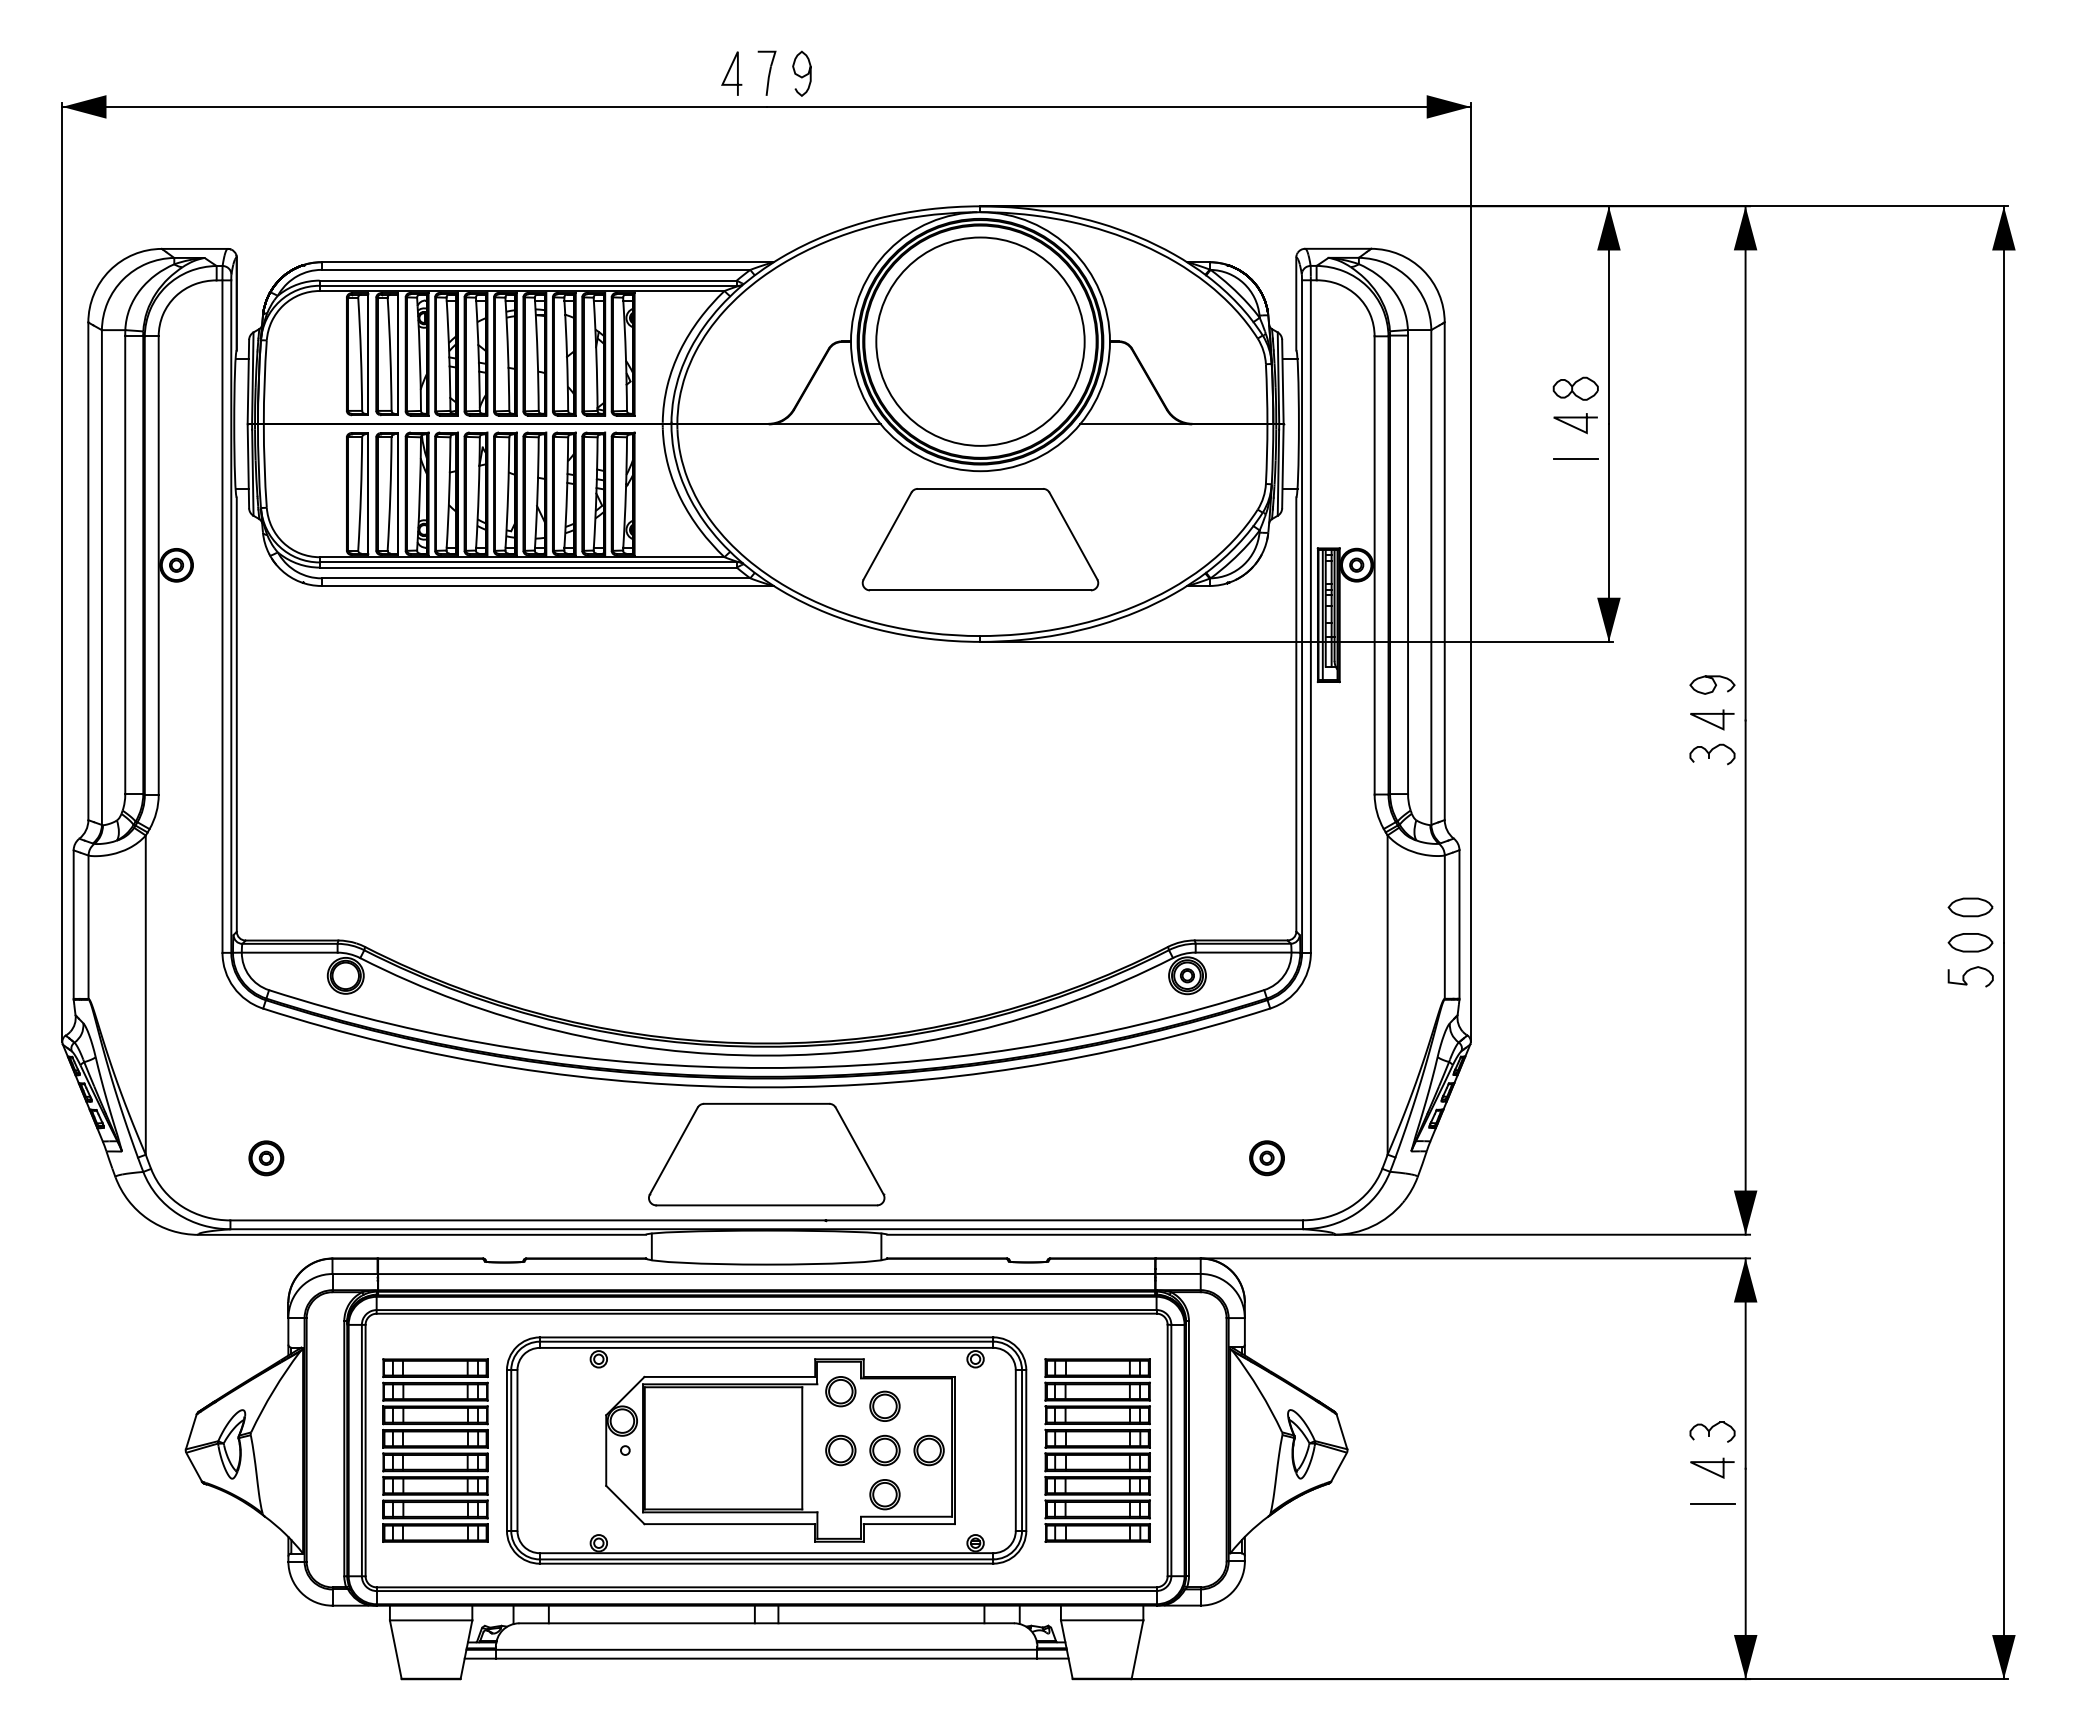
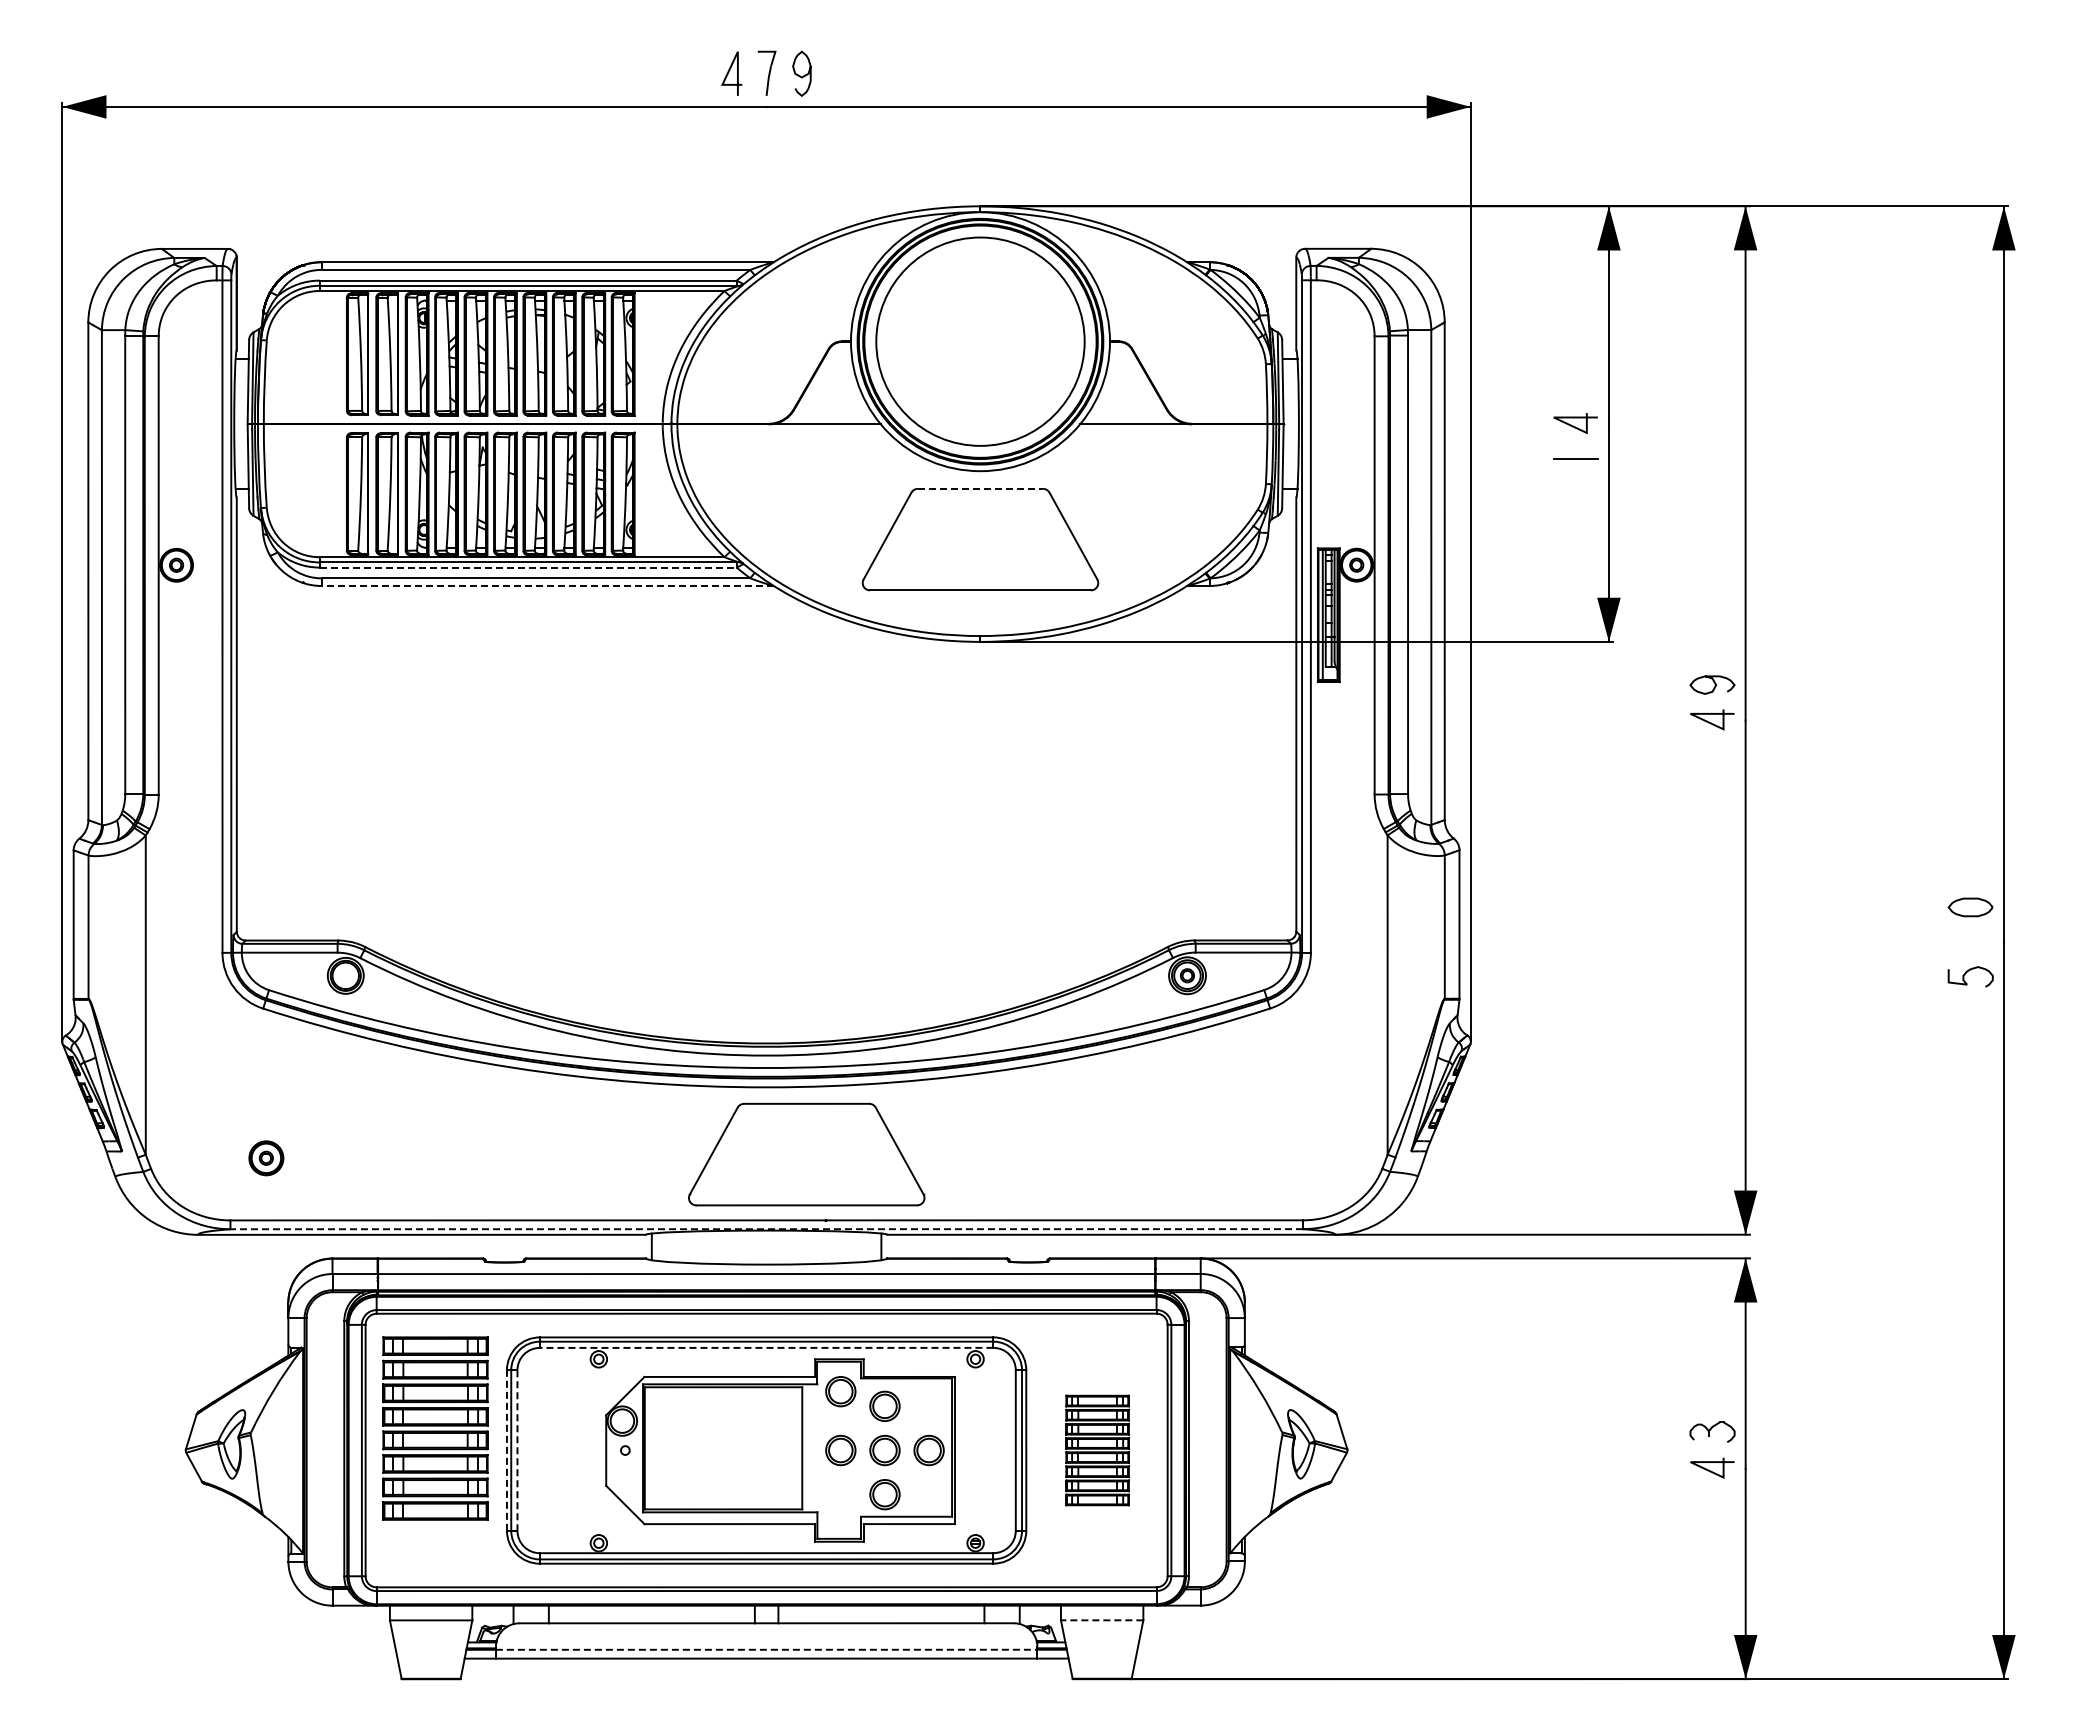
part at (1575, 388): present -> none
line at (980, 488): solid -> dashed
line at (528, 567): solid -> dashed
line at (547, 585): solid -> dashed
part at (1712, 754): present -> none
part at (1970, 942): present -> none
part at (766, 1154) position: (766, 1154) -> (806, 1154)
part at (1266, 1158): present -> none
line at (766, 1229): solid -> dashed
line at (766, 1347): solid -> dashed
part at (435, 1450) position: (435, 1450) -> (435, 1428)
line at (506, 1450): solid -> dashed
part at (1097, 1450) size: 107x185 px -> 65x113 px
line at (517, 1451): solid -> dashed
line at (1712, 1504): present -> none
line at (1101, 1620): solid -> dashed
line at (766, 1649): solid -> dashed
